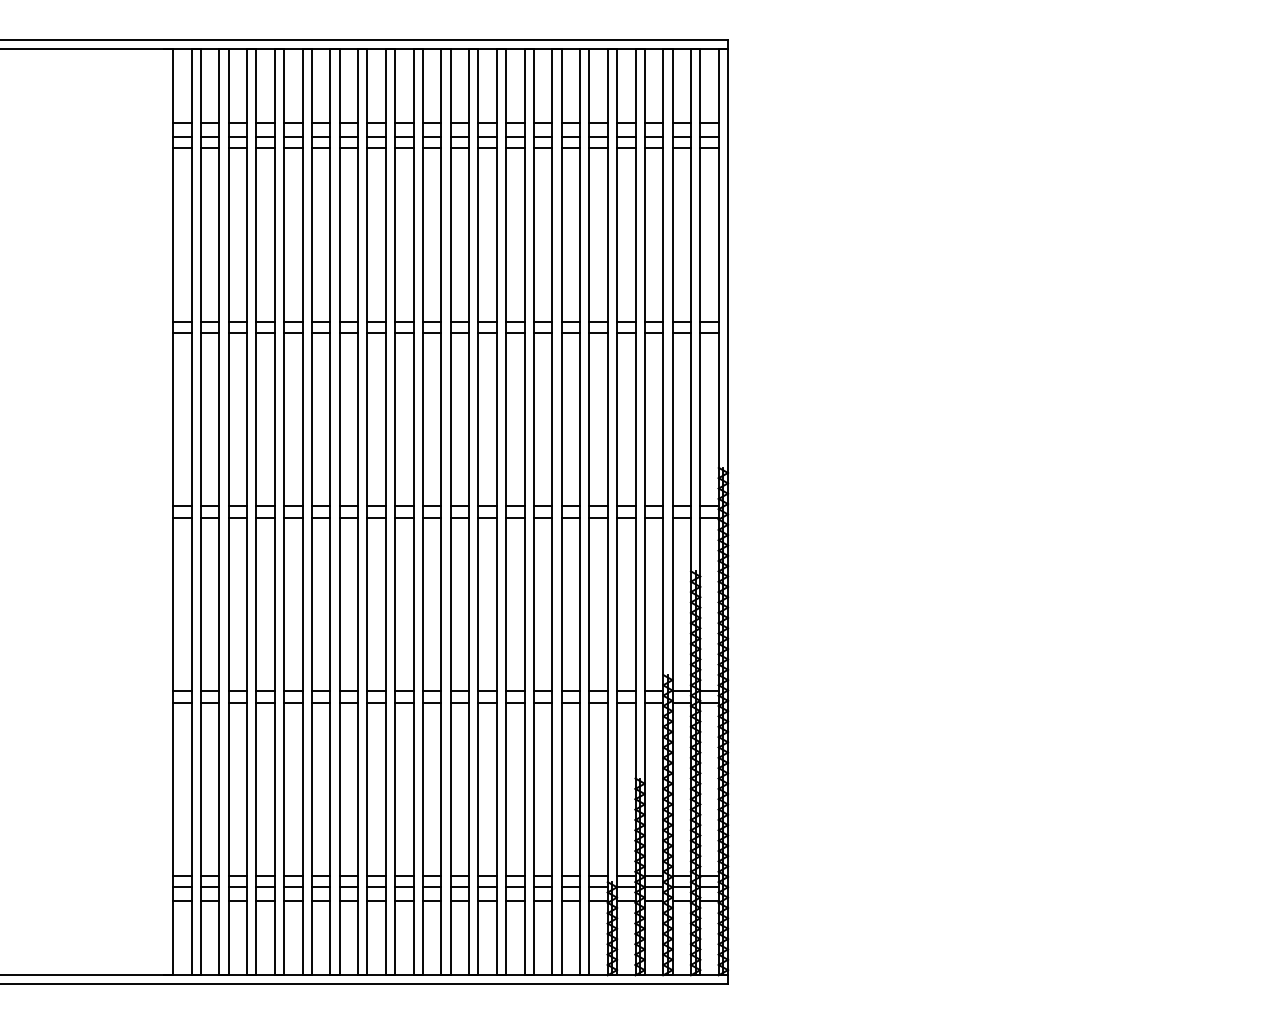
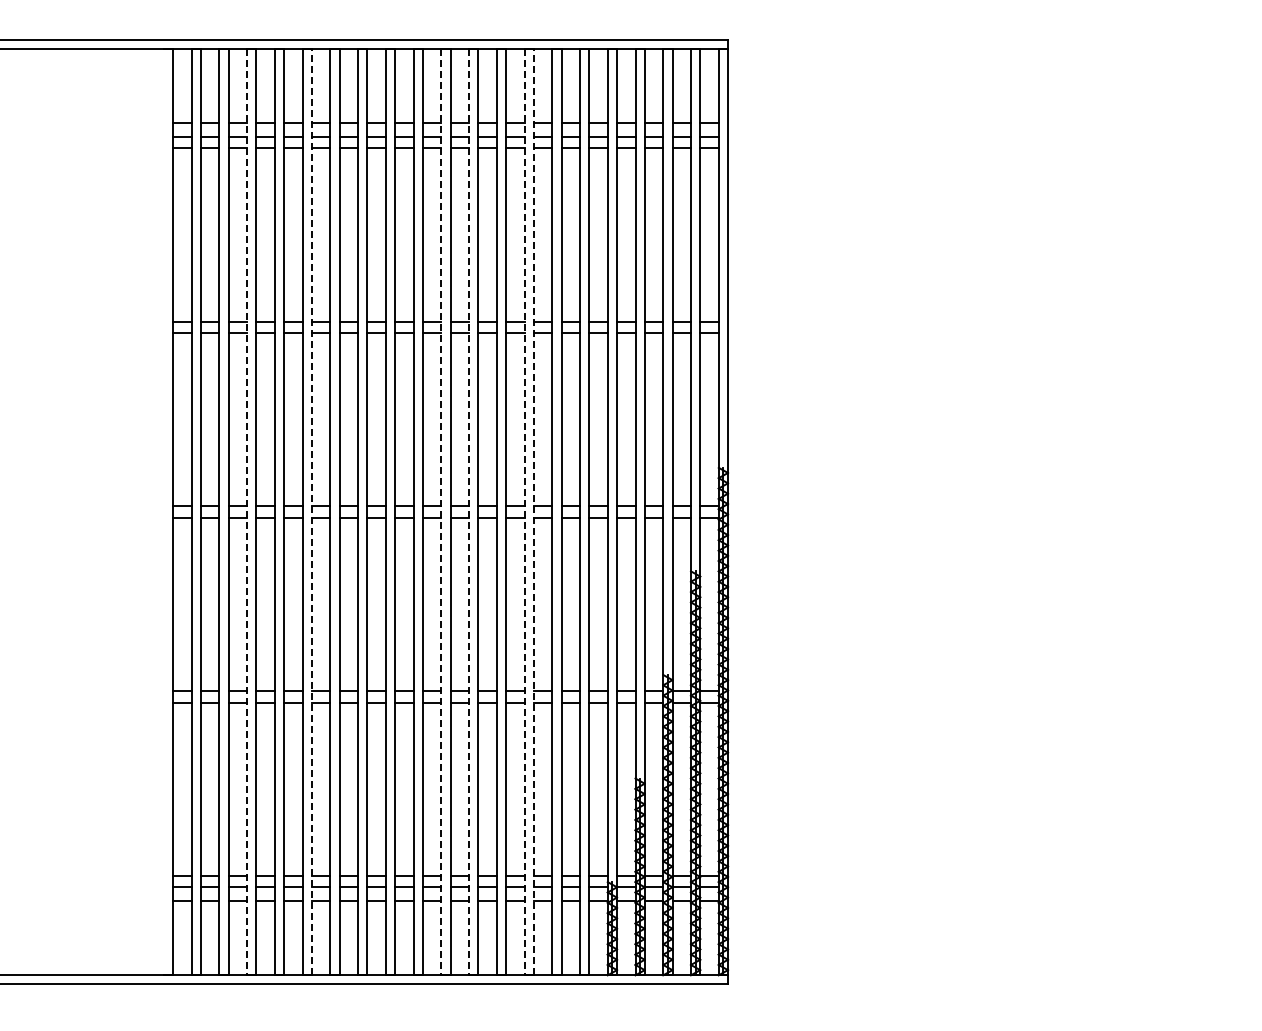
line at (311, 511): solid -> dashed
line at (533, 511): solid -> dashed
line at (247, 512): solid -> dashed
line at (441, 512): solid -> dashed
line at (469, 512): solid -> dashed
line at (524, 512): solid -> dashed
